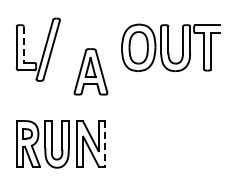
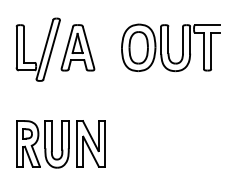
line at (23, 45): dashed -> solid
part at (90, 71) position: (90, 71) -> (77, 47)
line at (104, 143): dashed -> solid
